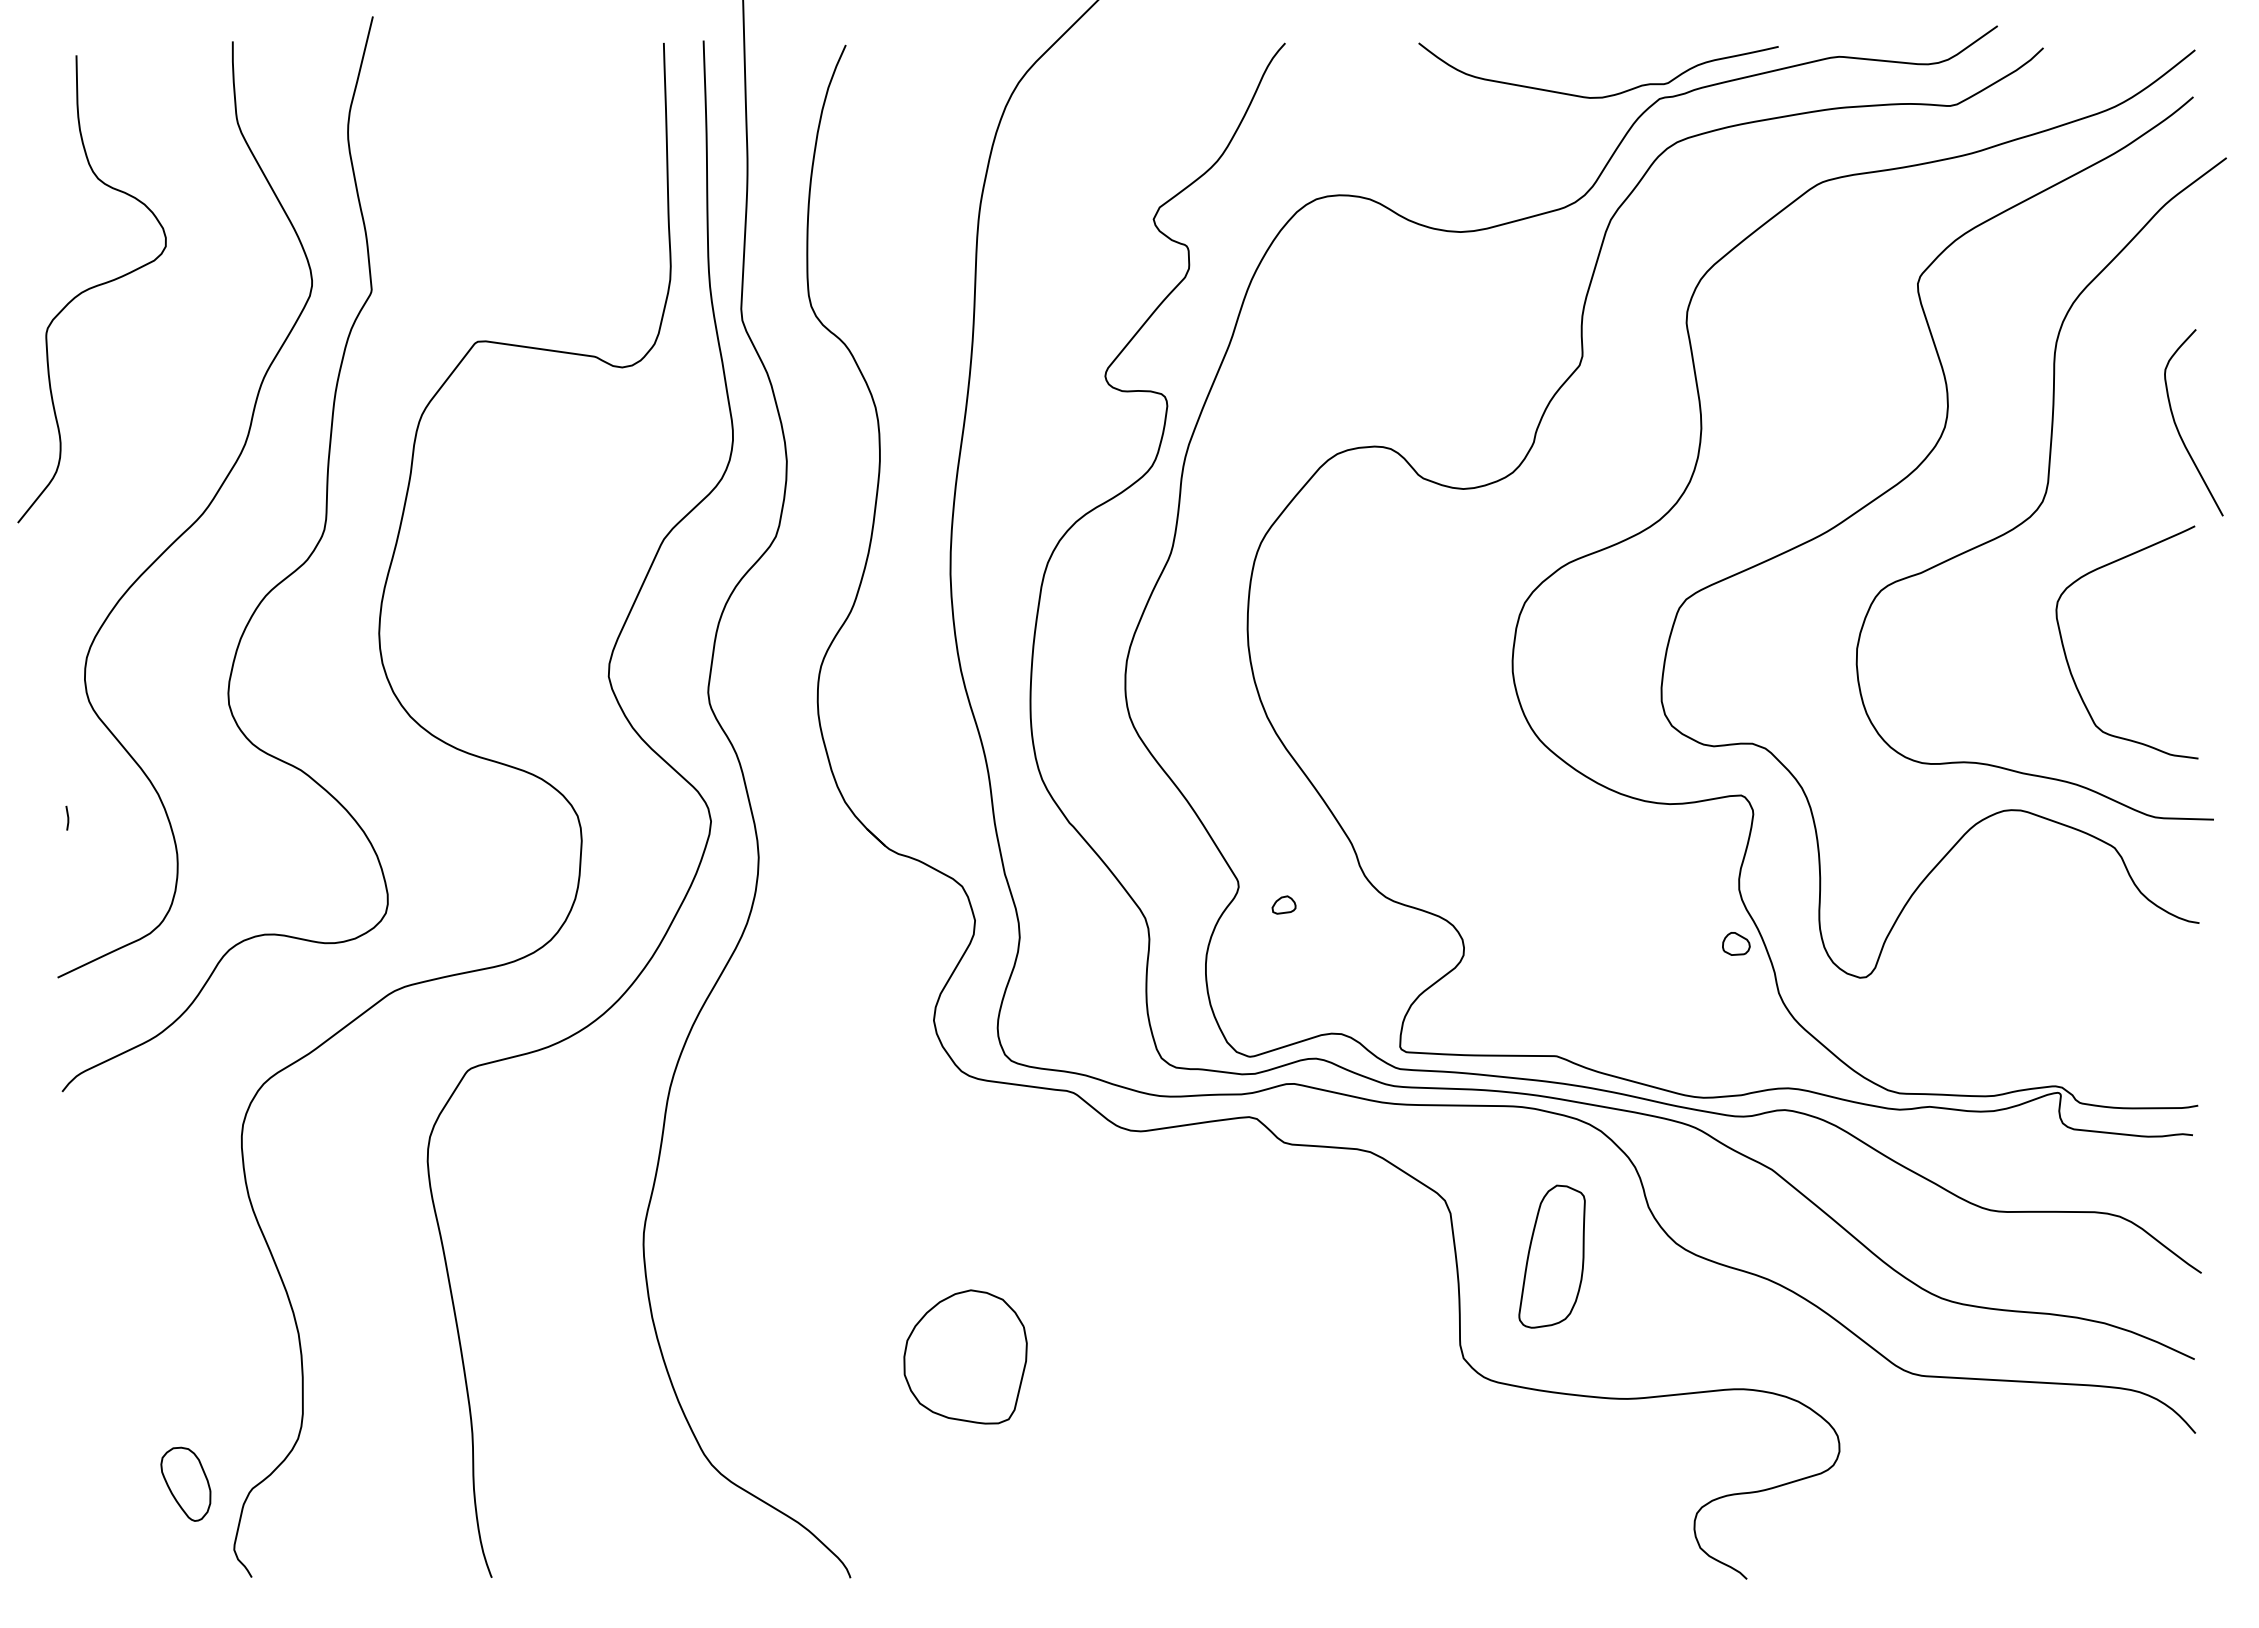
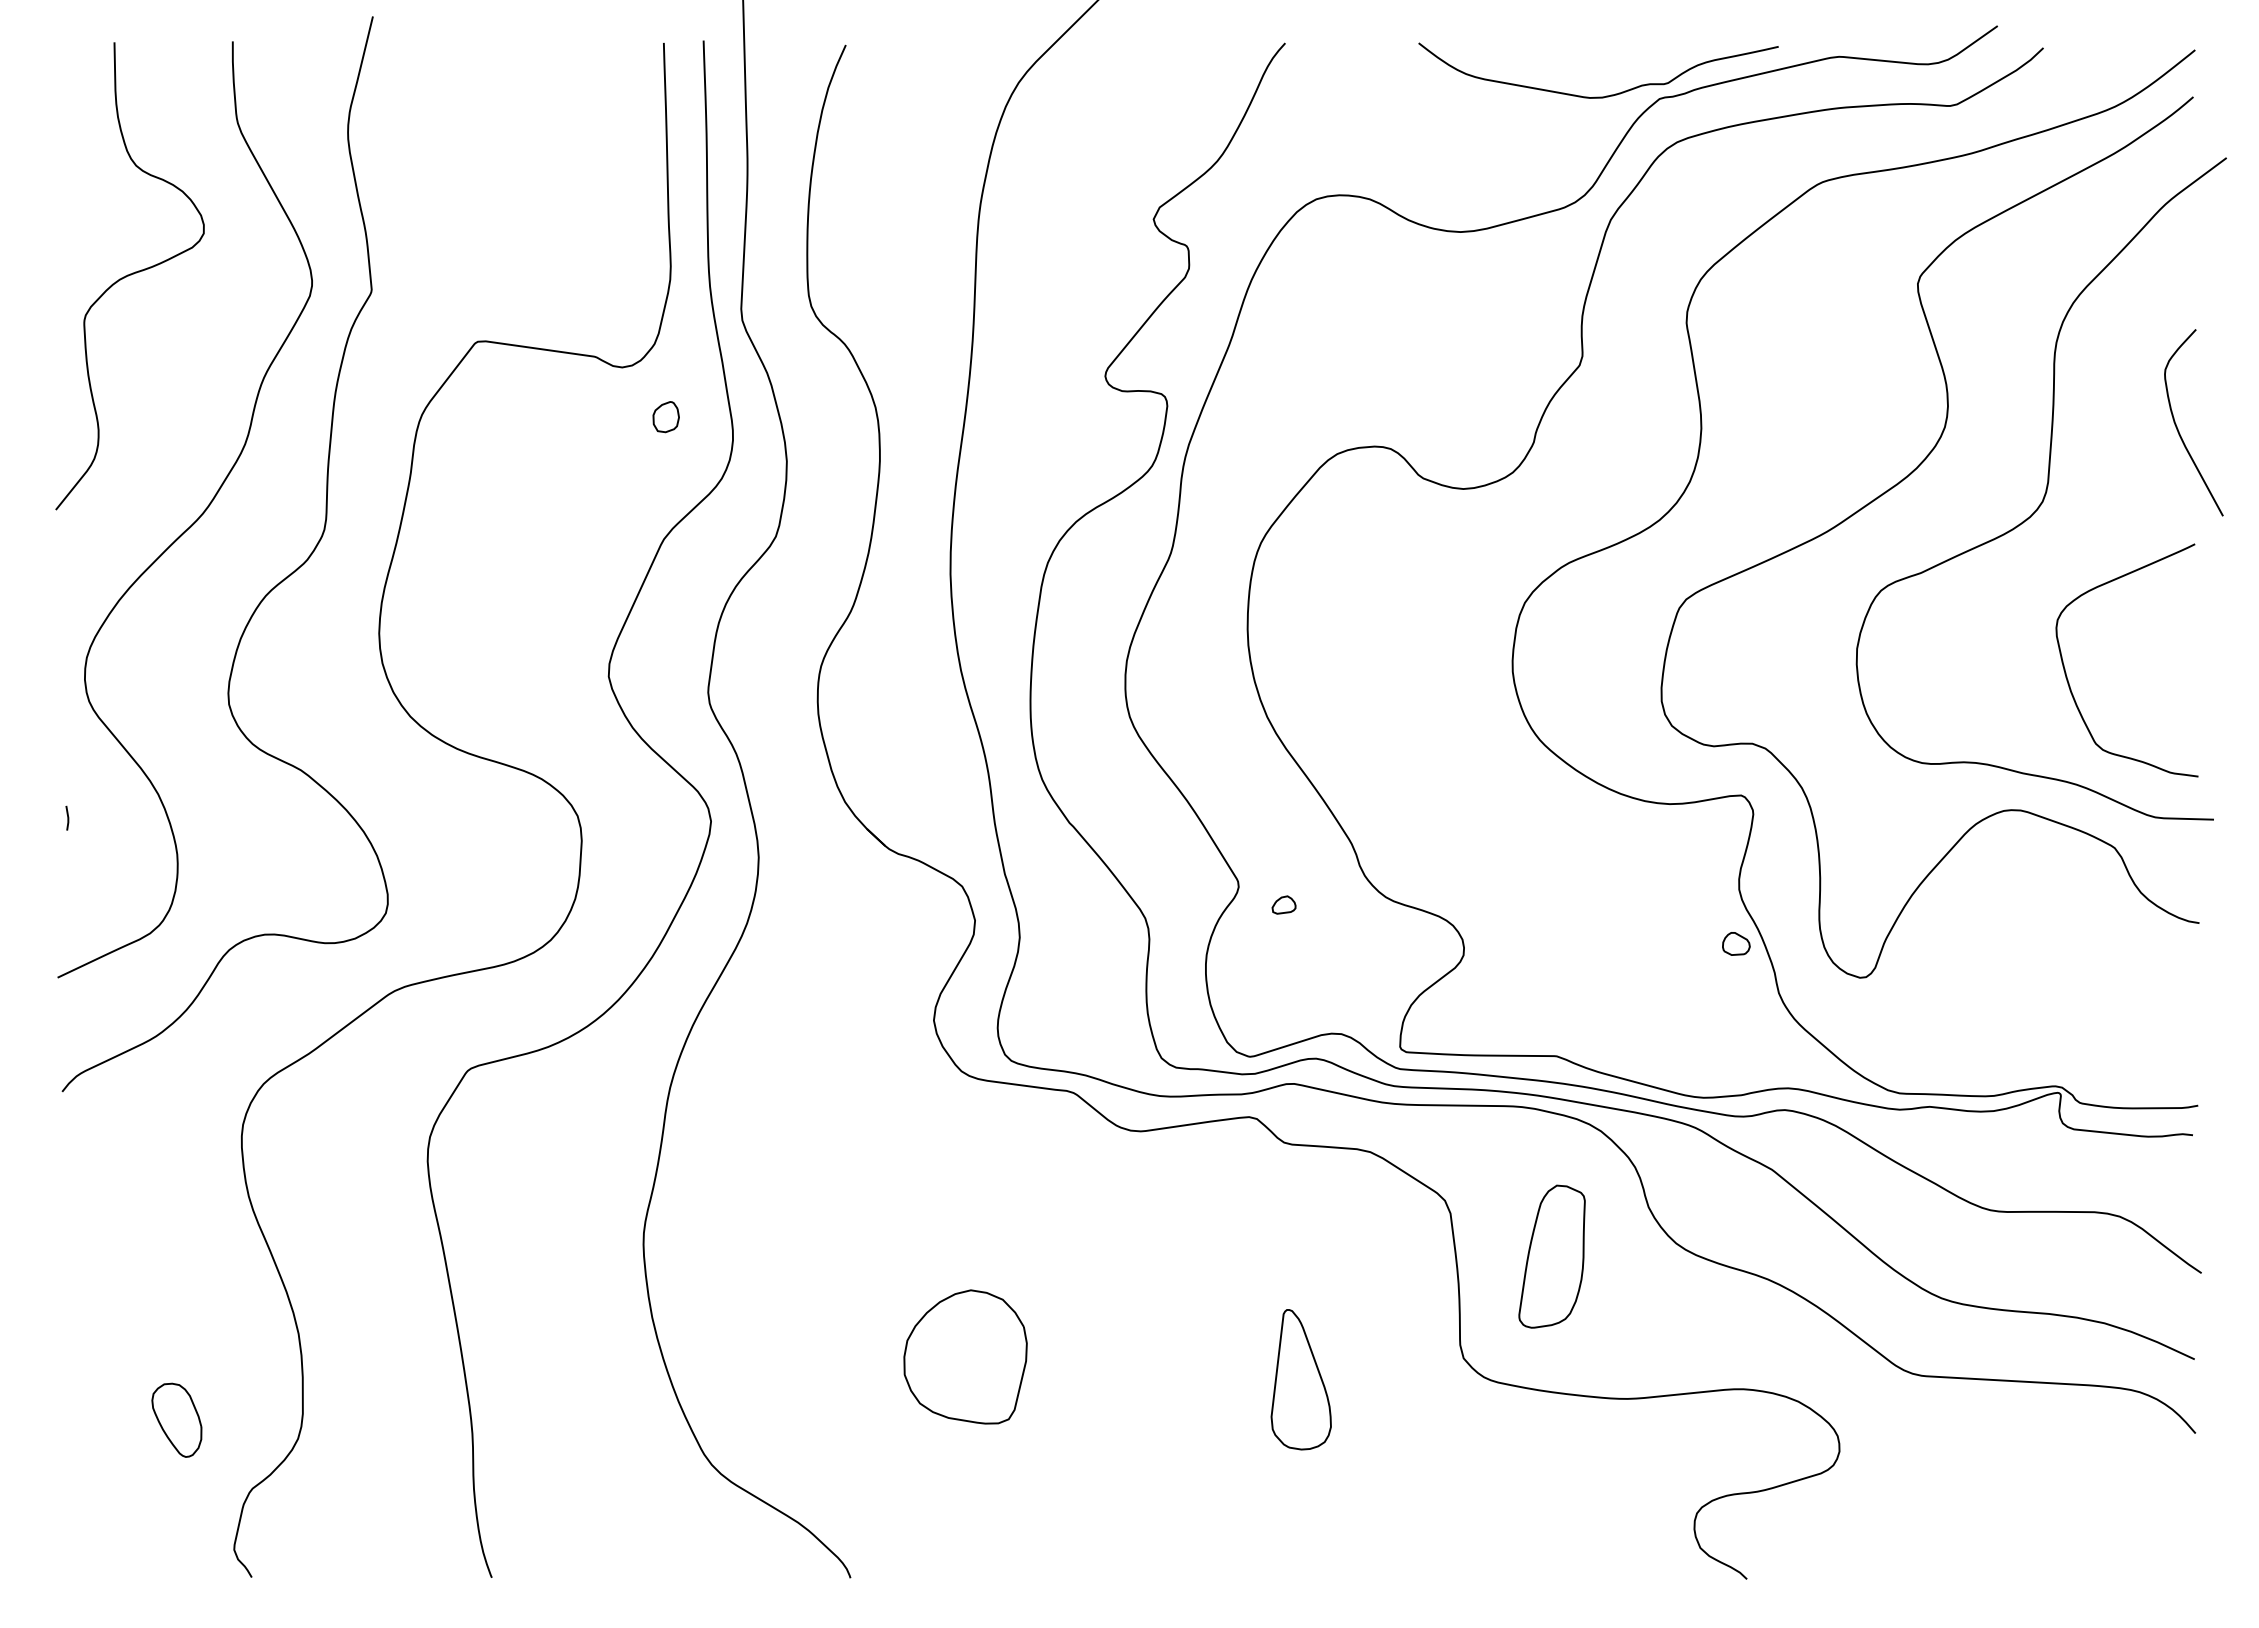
curve at (91, 288) position: (91, 288) -> (129, 275)
part at (665, 417): none -> present
curve at (2068, 661) position: (2068, 661) -> (2068, 679)
part at (1300, 1379): none -> present
part at (185, 1483) position: (185, 1483) -> (176, 1419)
